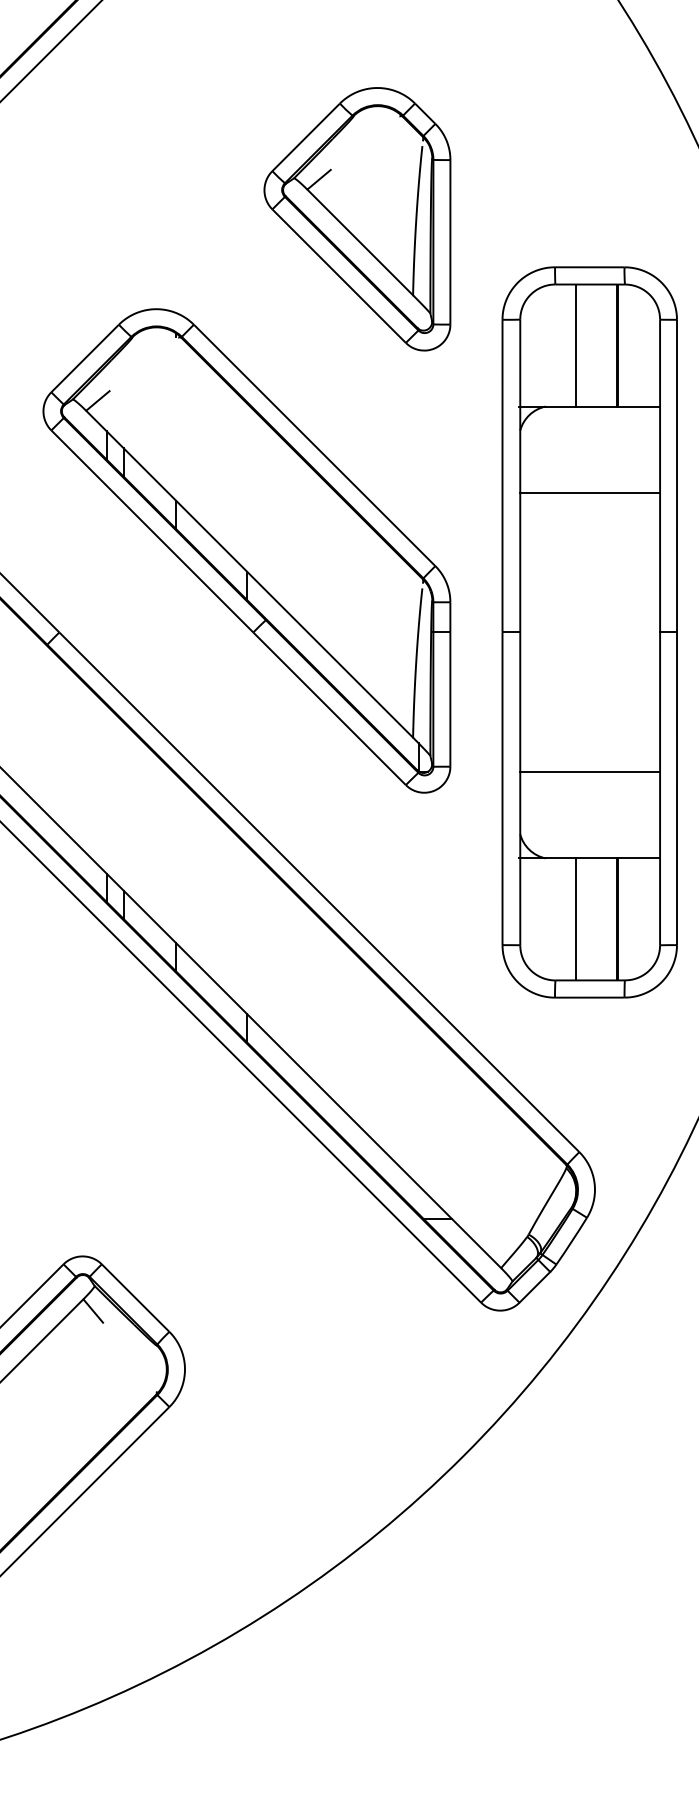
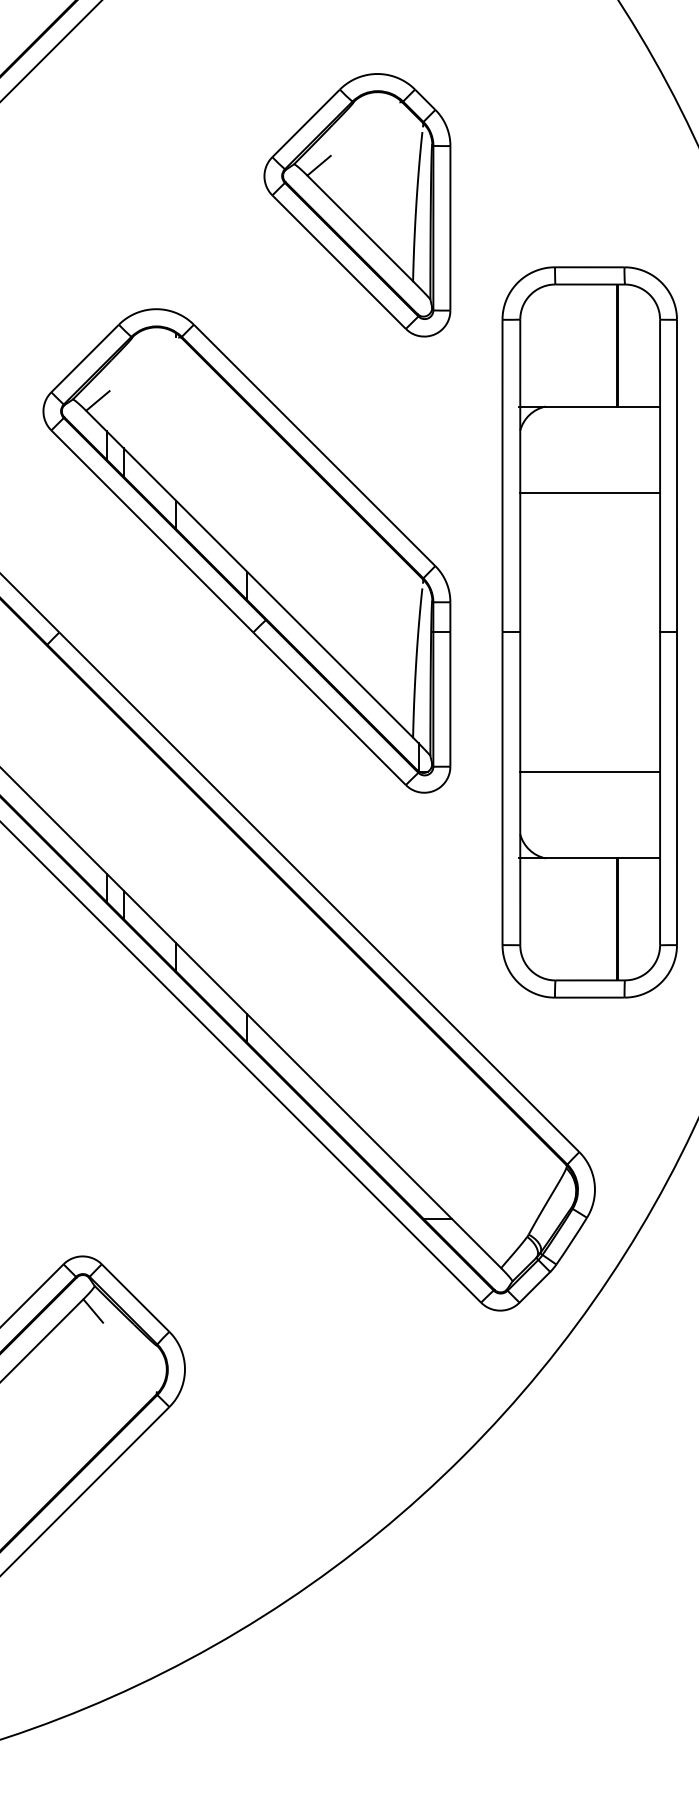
part at (357, 219) position: (357, 219) -> (357, 205)
line at (575, 345): present -> none
line at (575, 919): present -> none
